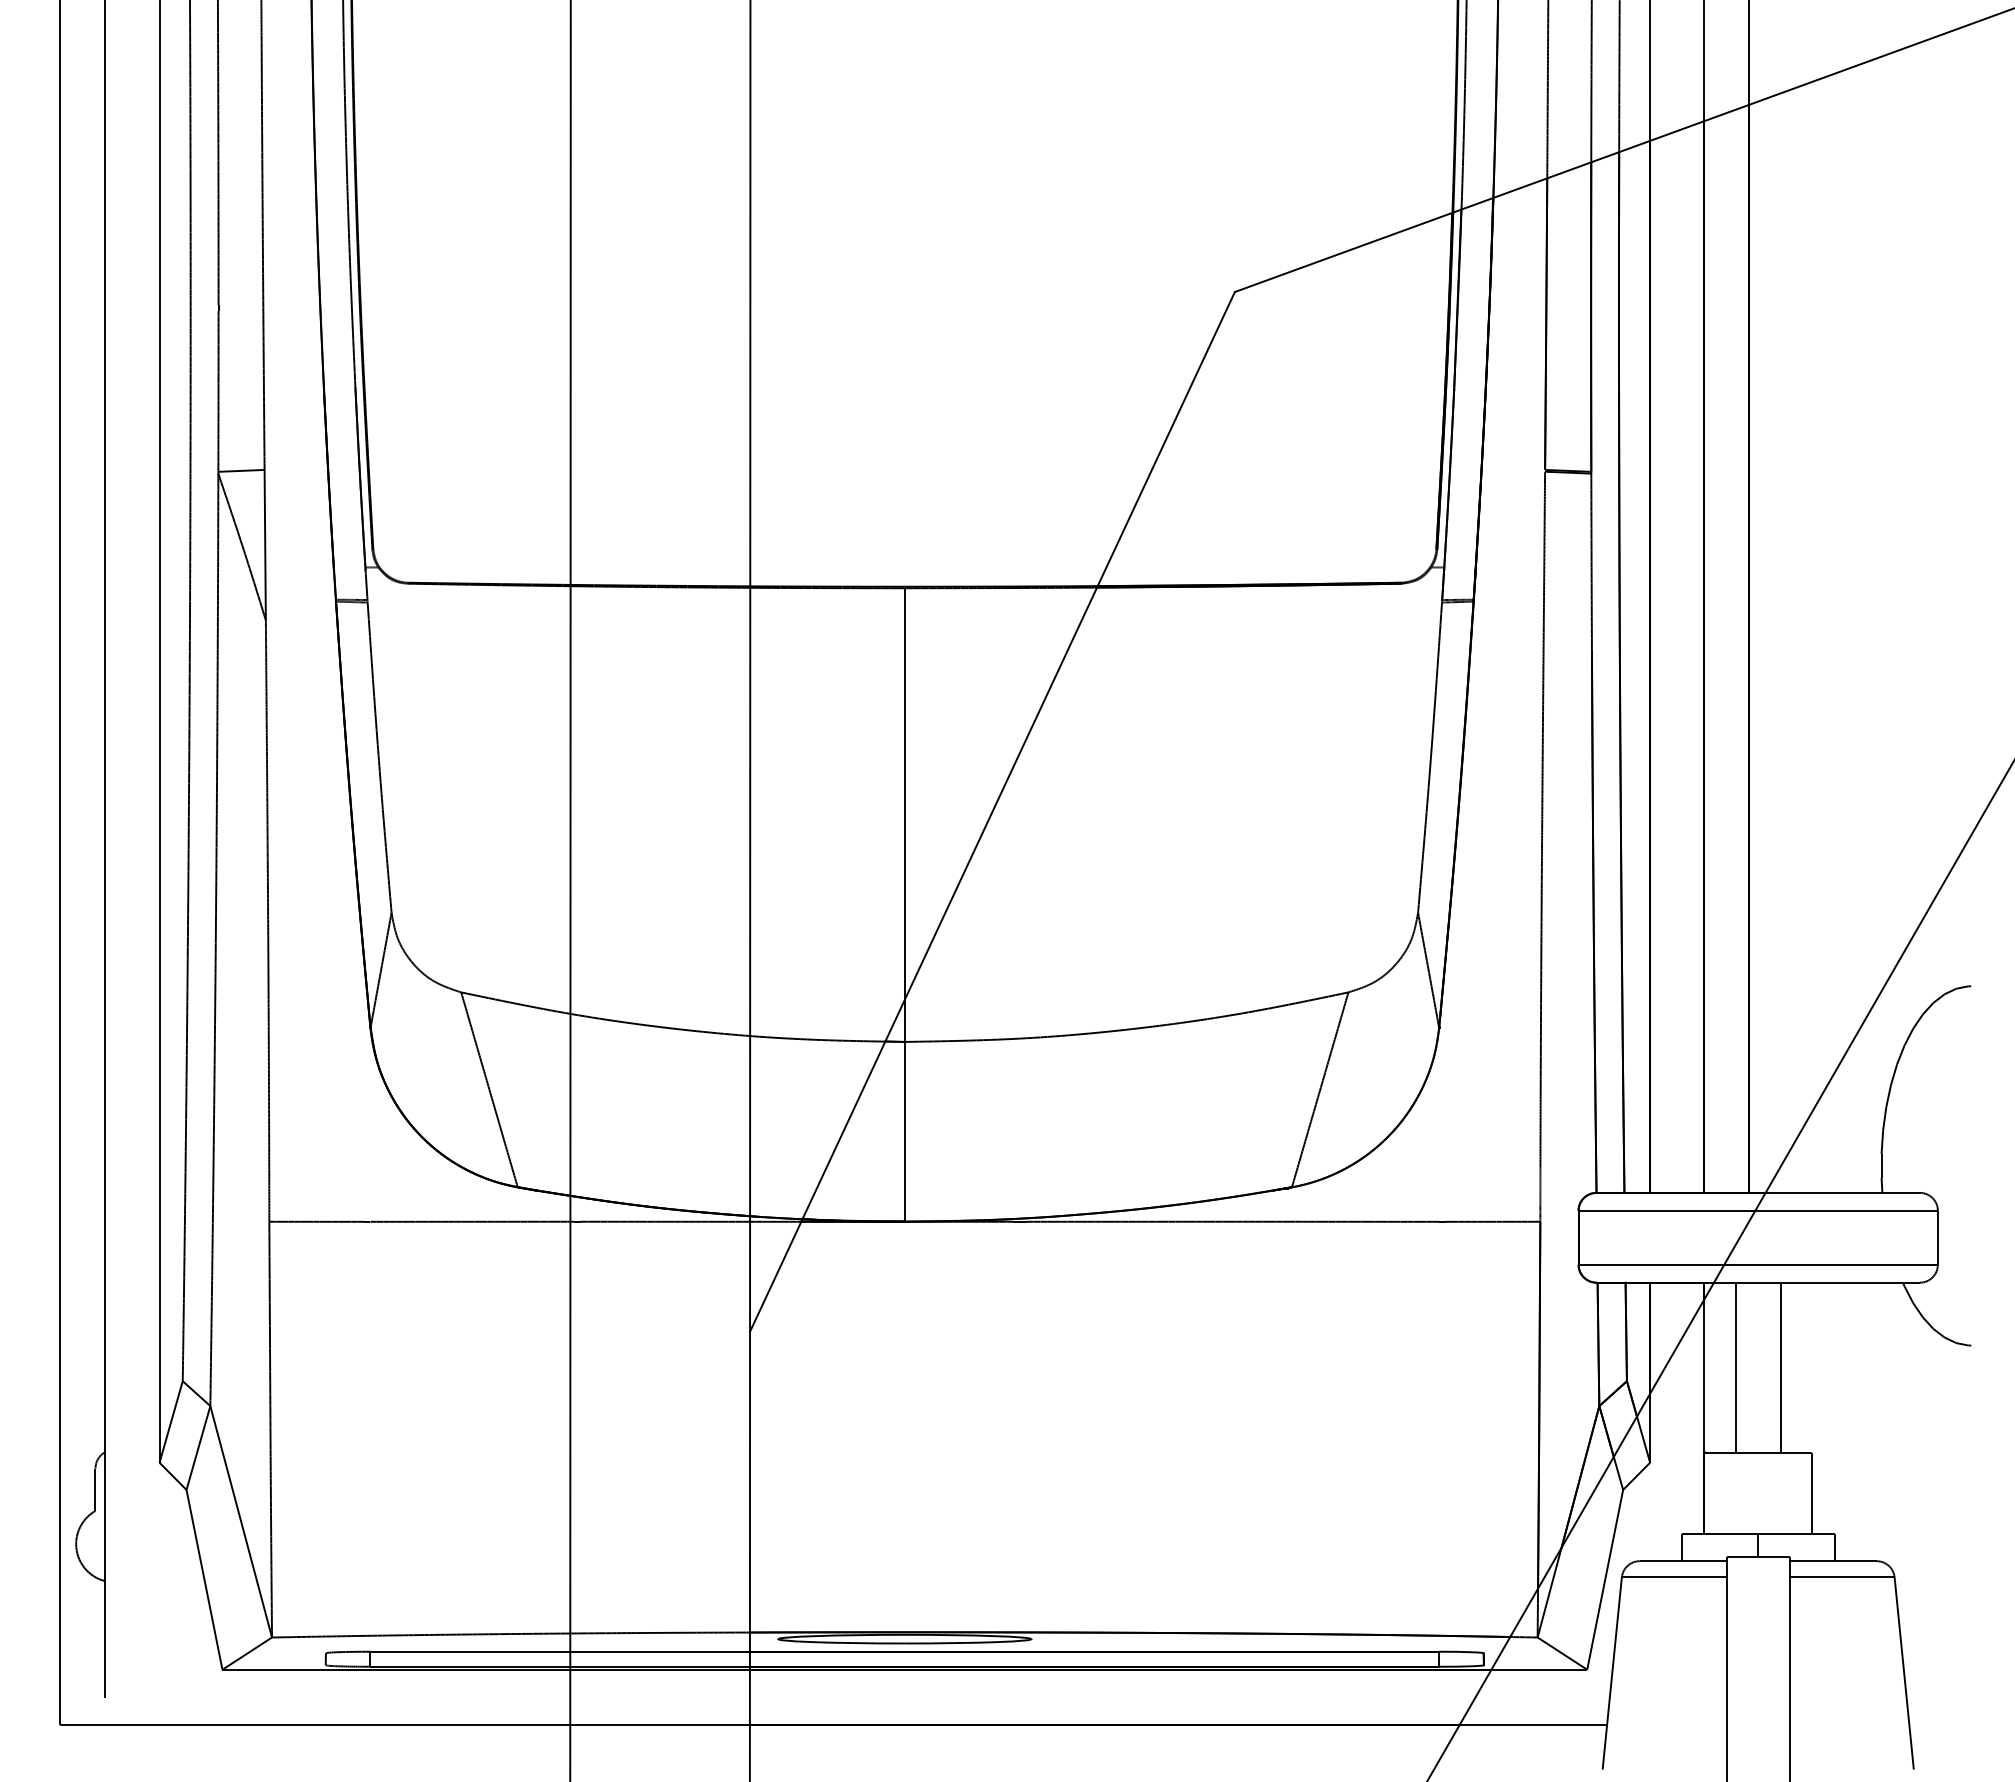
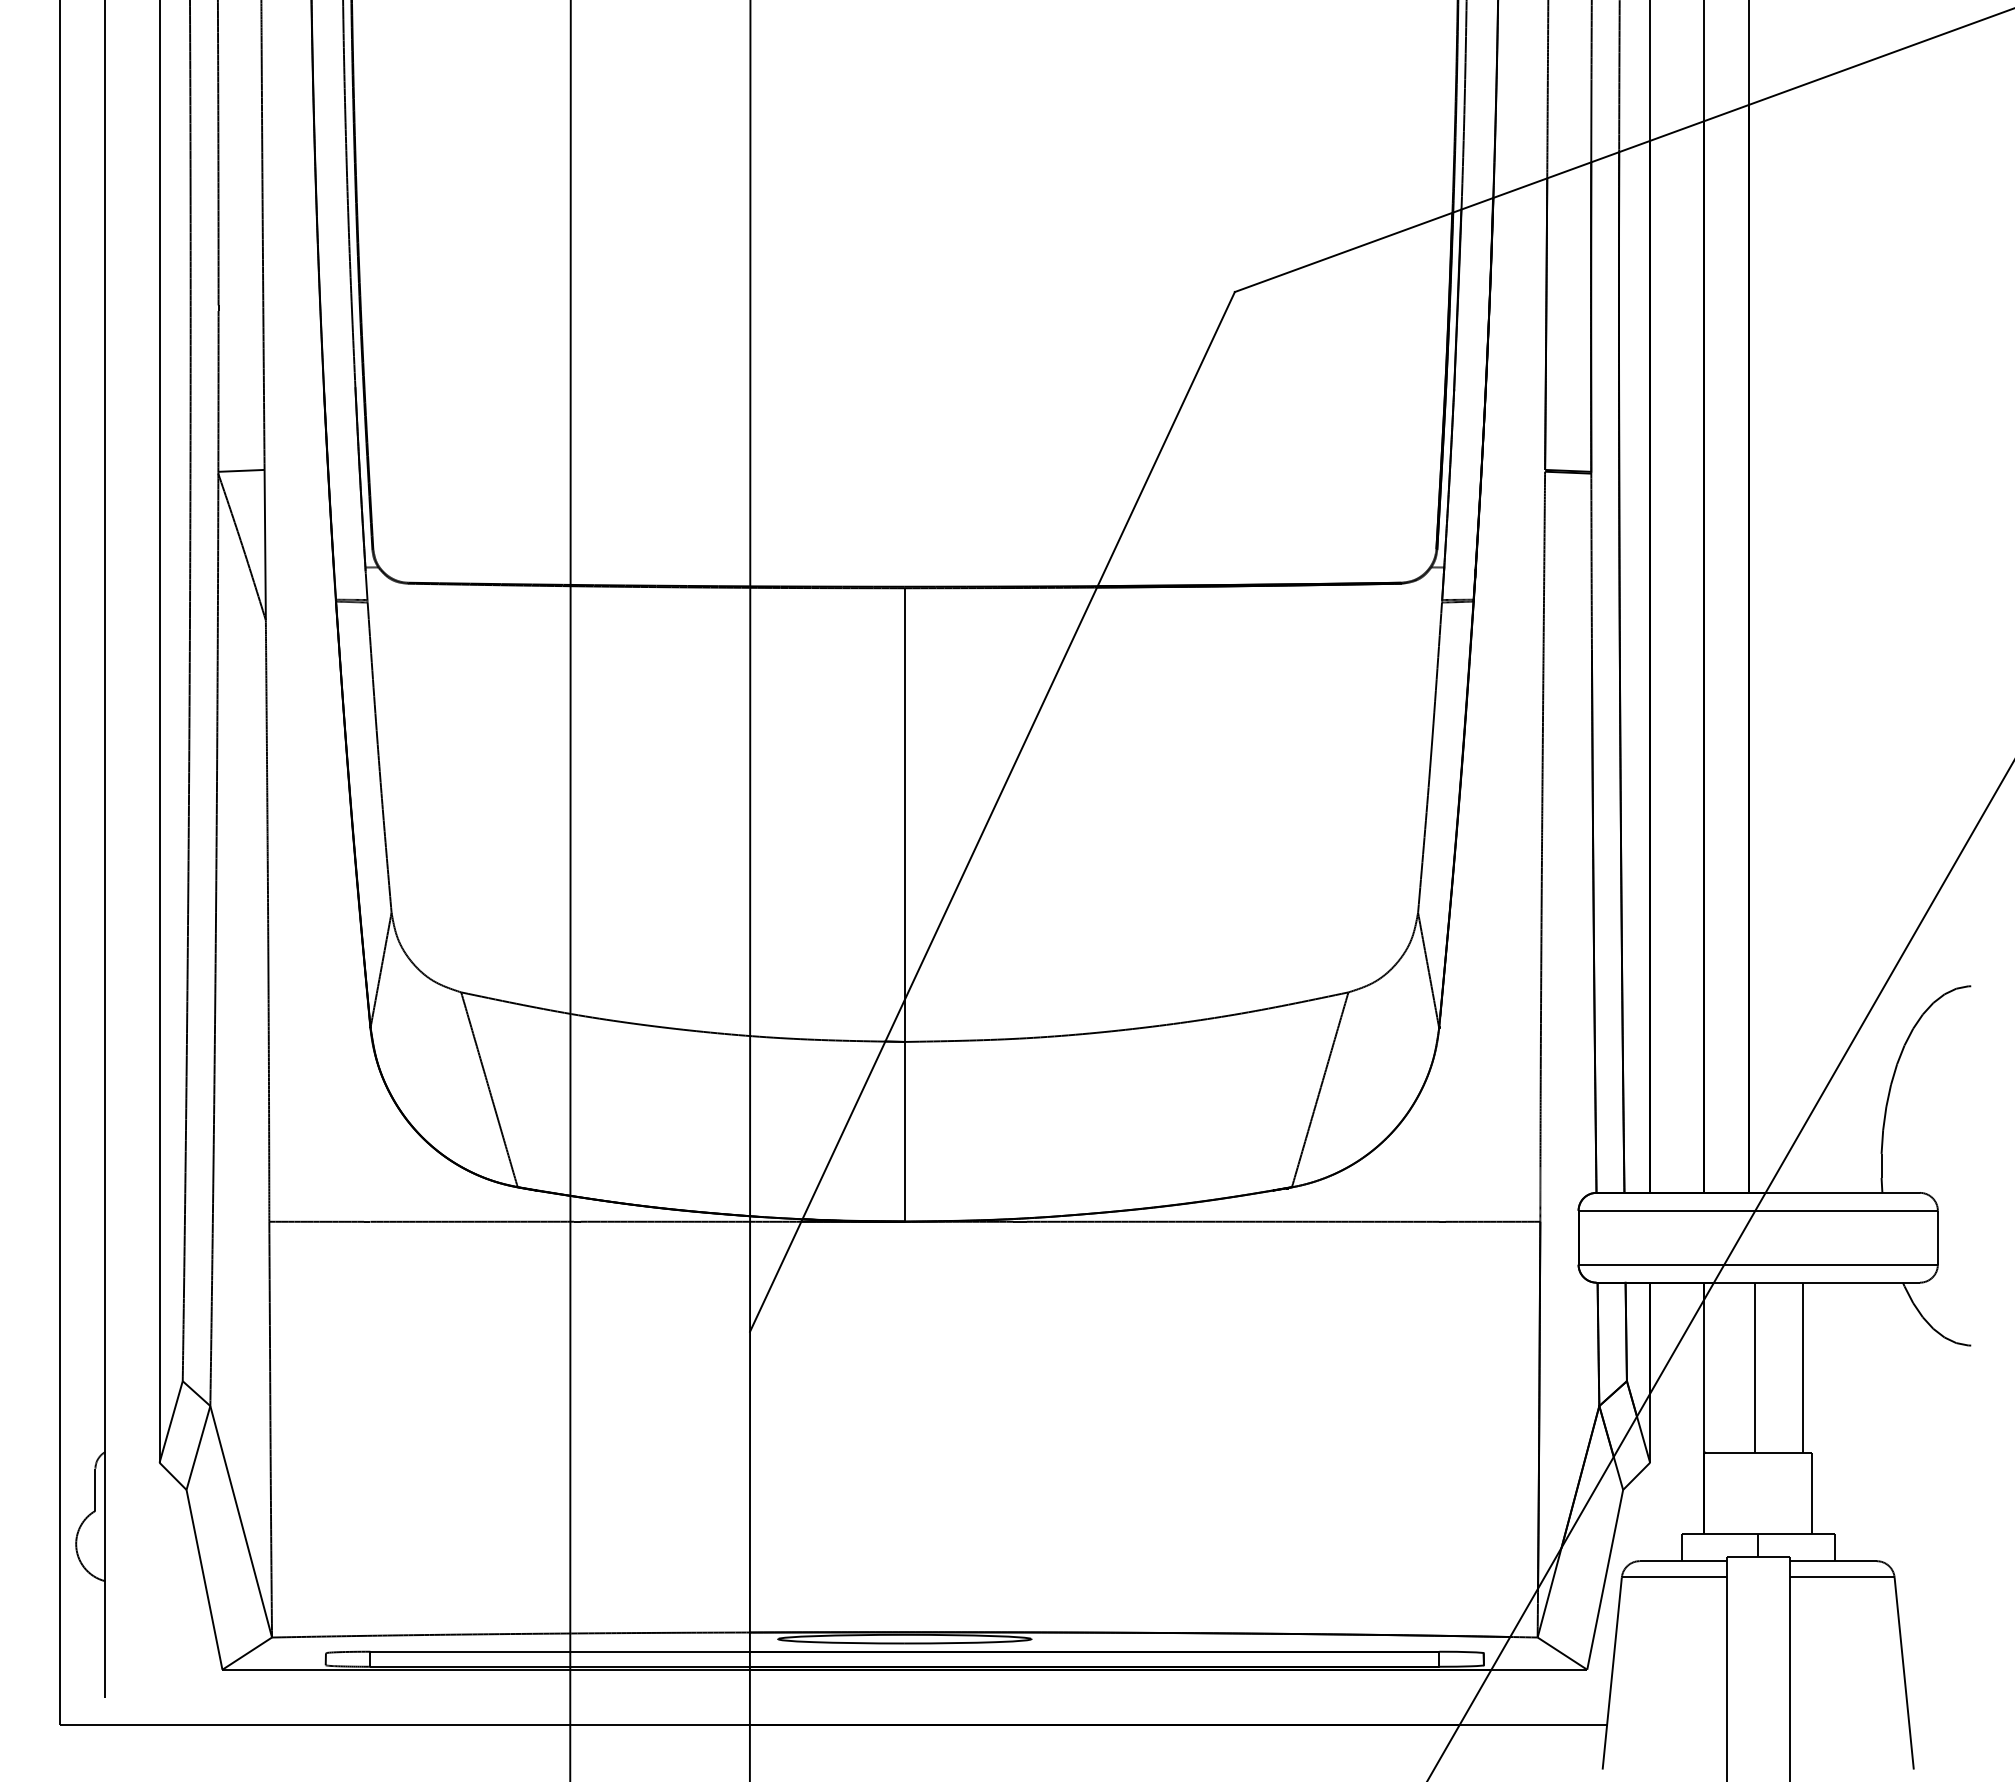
line at (1735, 1367) position: (1735, 1367) -> (1754, 1367)
line at (1780, 1367) position: (1780, 1367) -> (1802, 1367)
